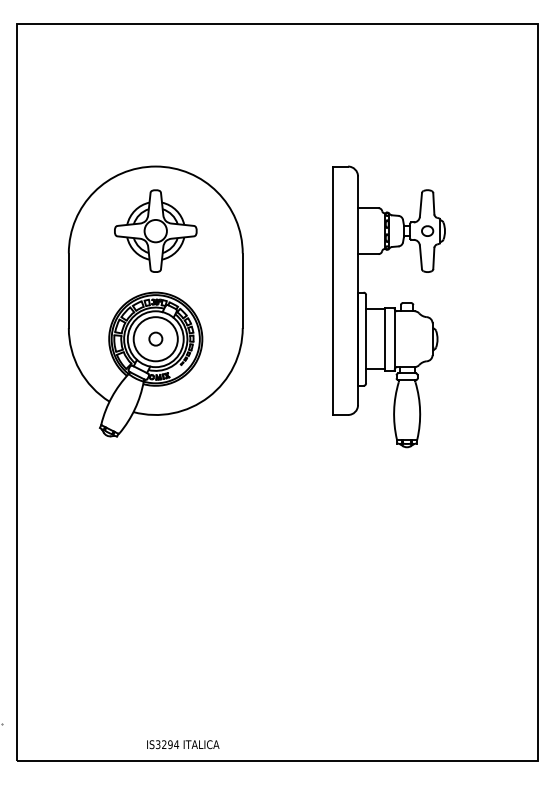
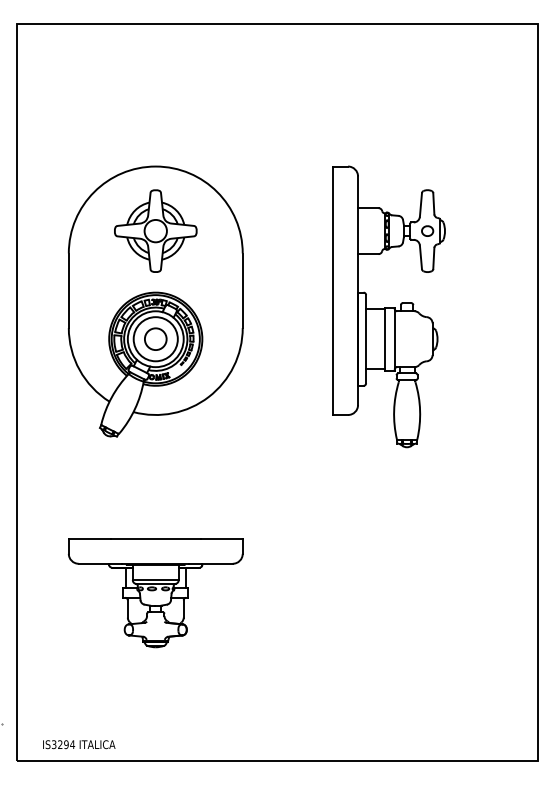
circle at (155, 338) size: 16x16 px -> 24x24 px
part at (155, 593): none -> present
text at (183, 744) position: (183, 744) -> (79, 744)
